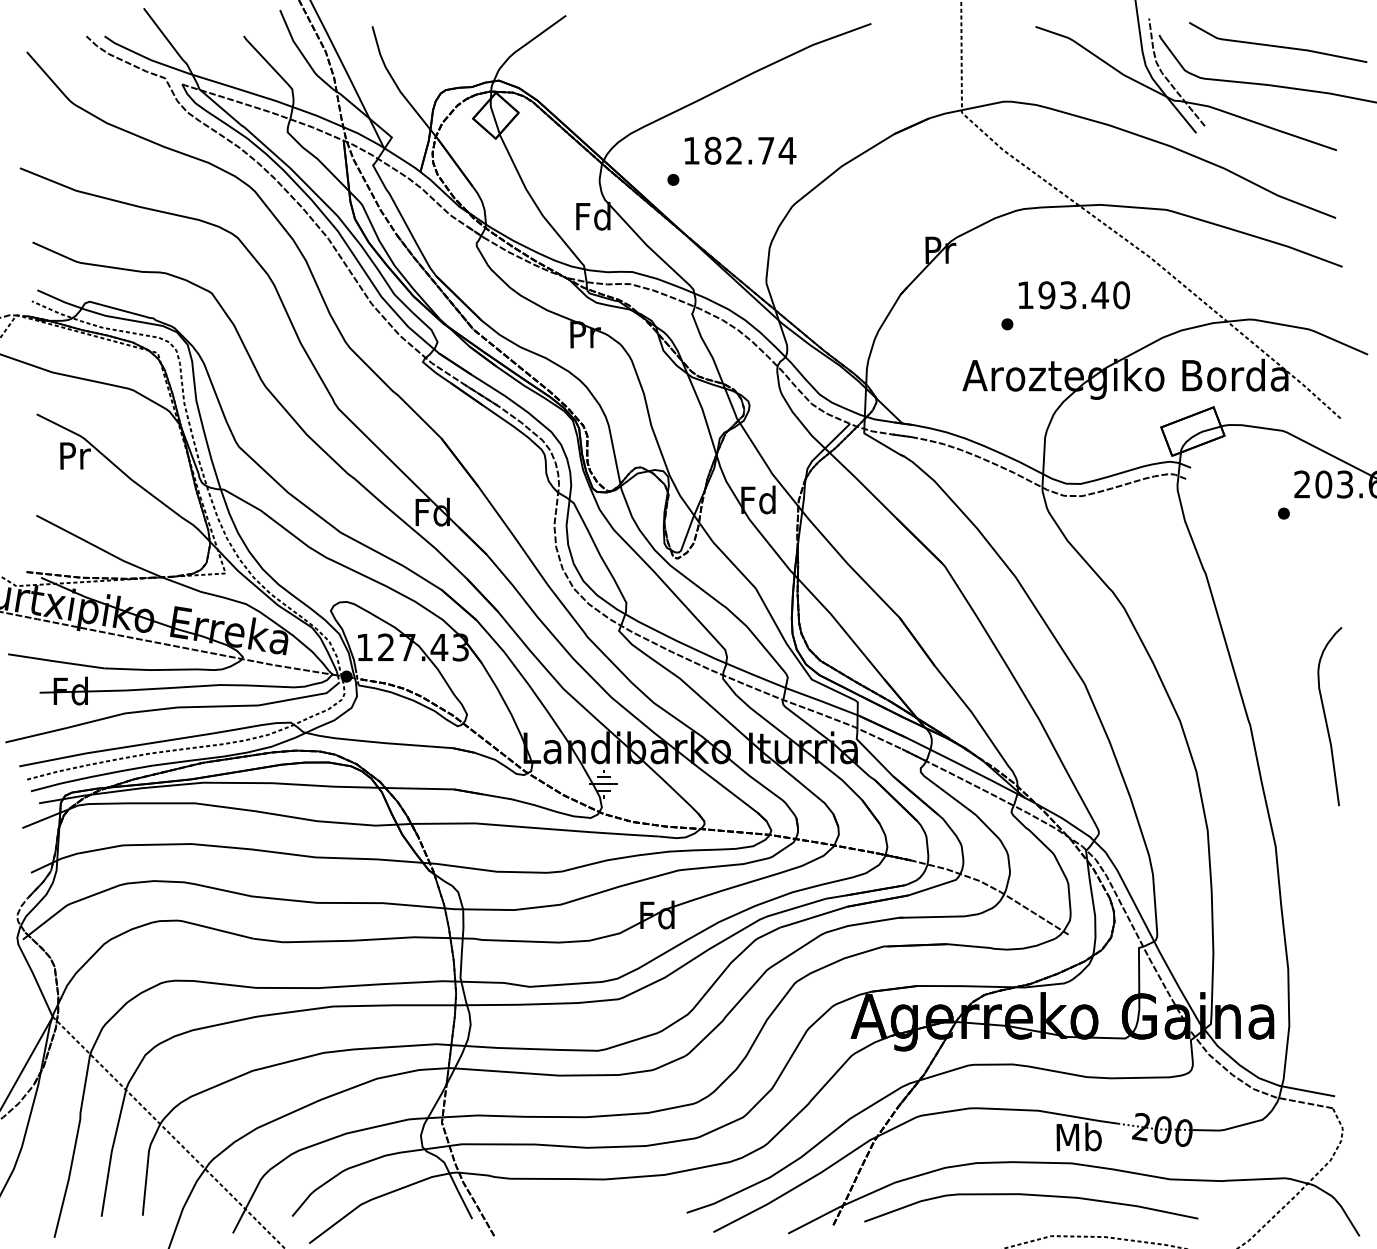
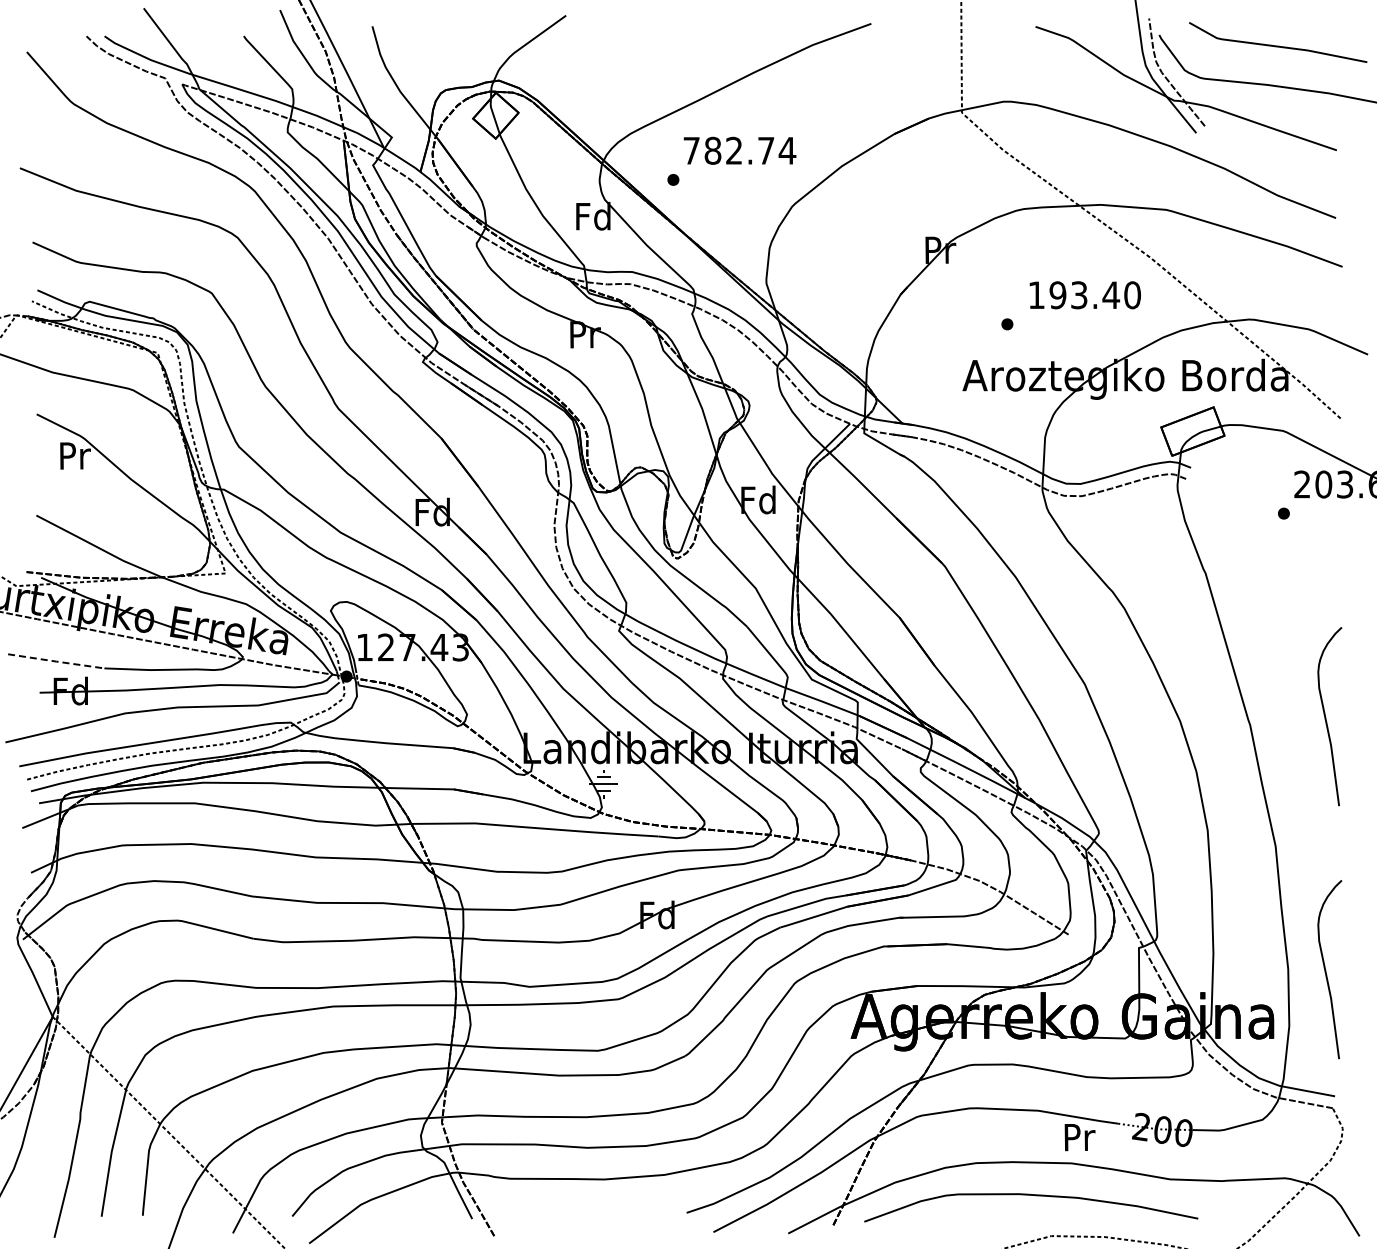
text at (691, 150): 182.74 -> 782.74
text at (1073, 295) position: (1073, 295) -> (1084, 295)
line at (56, 661): solid -> dashed
curve at (1326, 970): none -> present
text at (1078, 1136): Mb -> Pr
